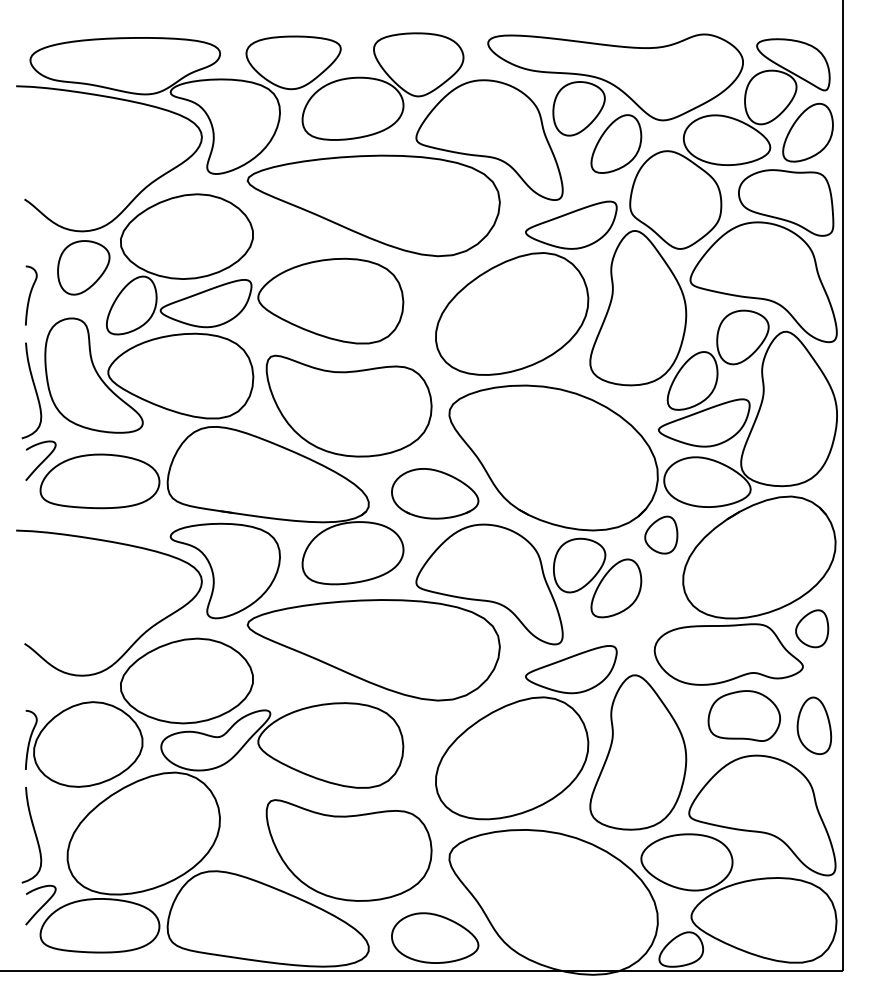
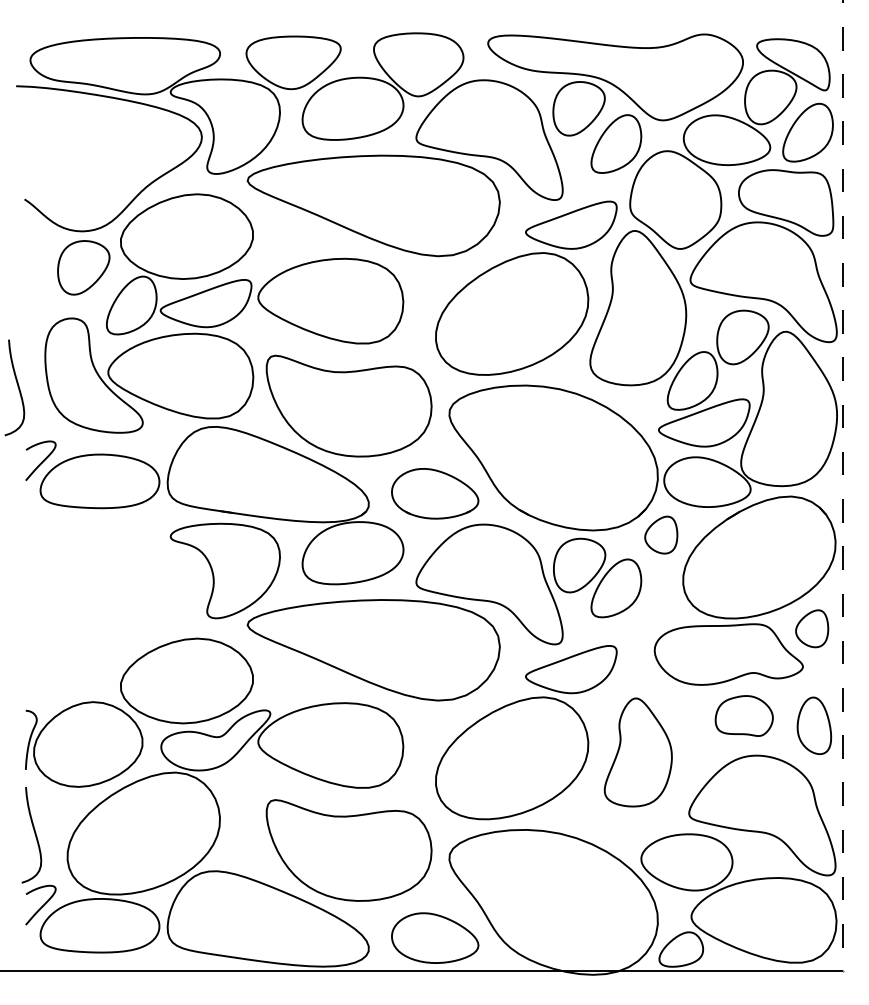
curve at (31, 294): present -> none
curve at (34, 390) position: (34, 390) -> (17, 387)
line at (842, 486): solid -> dashed
curve at (141, 634): present -> none
part at (743, 715) size: 74x52 px -> 60x42 px
part at (638, 752) size: 99x157 px -> 70x111 px
